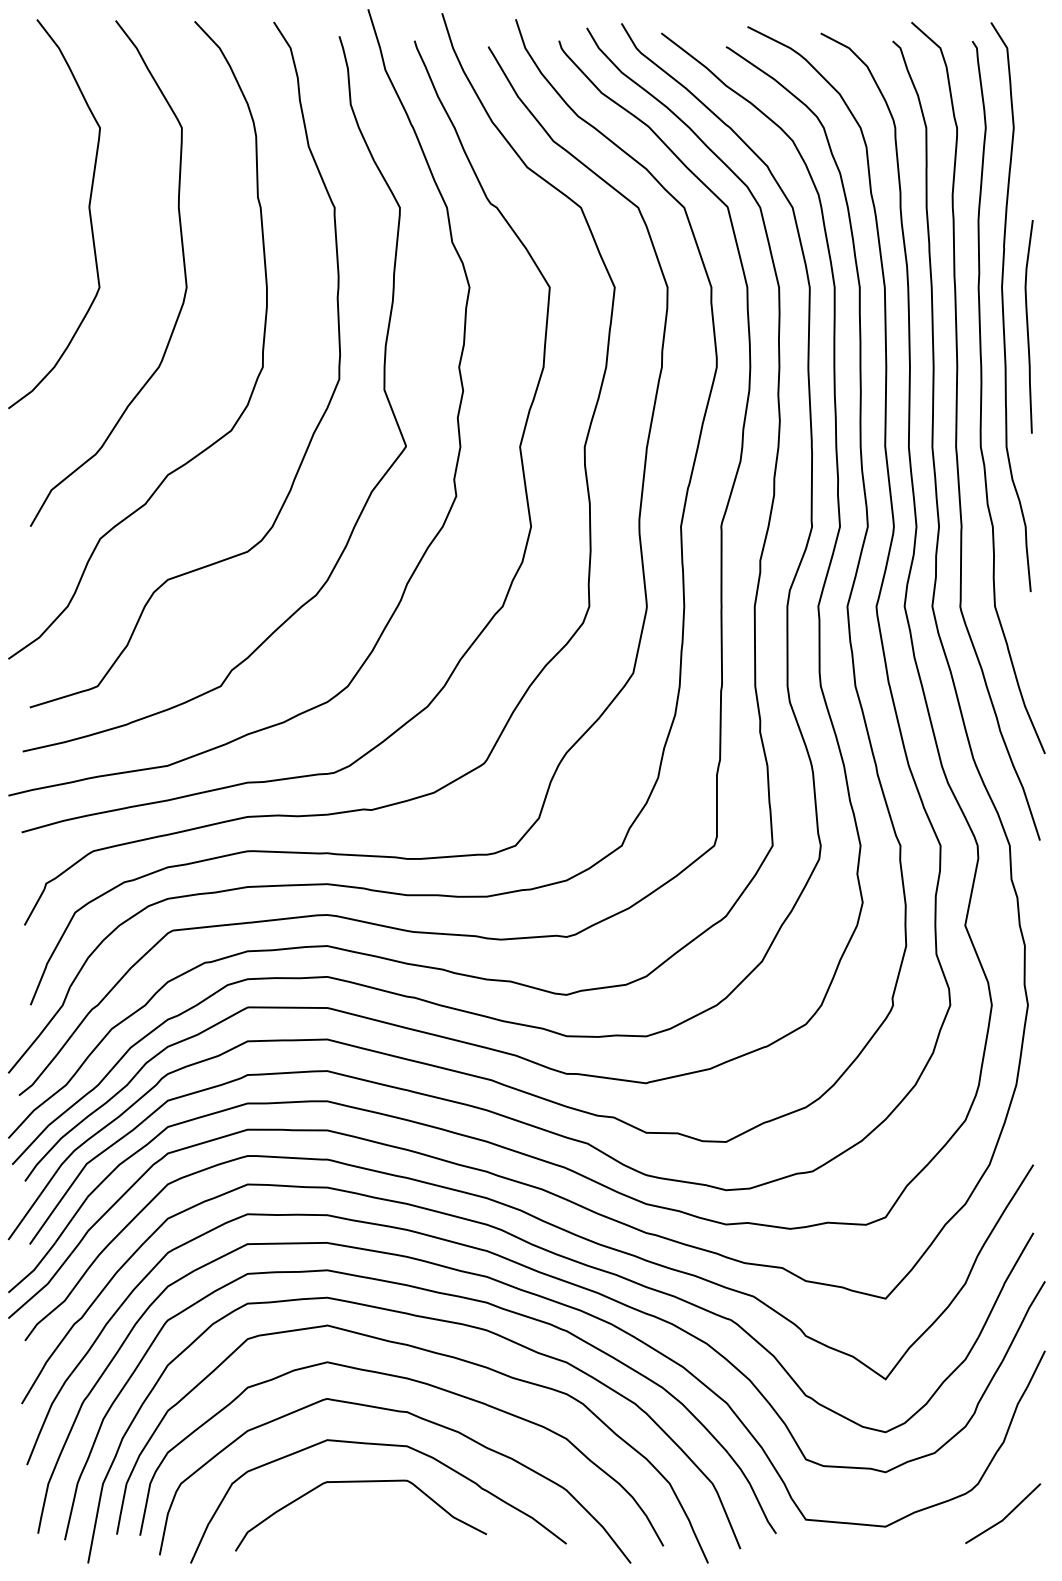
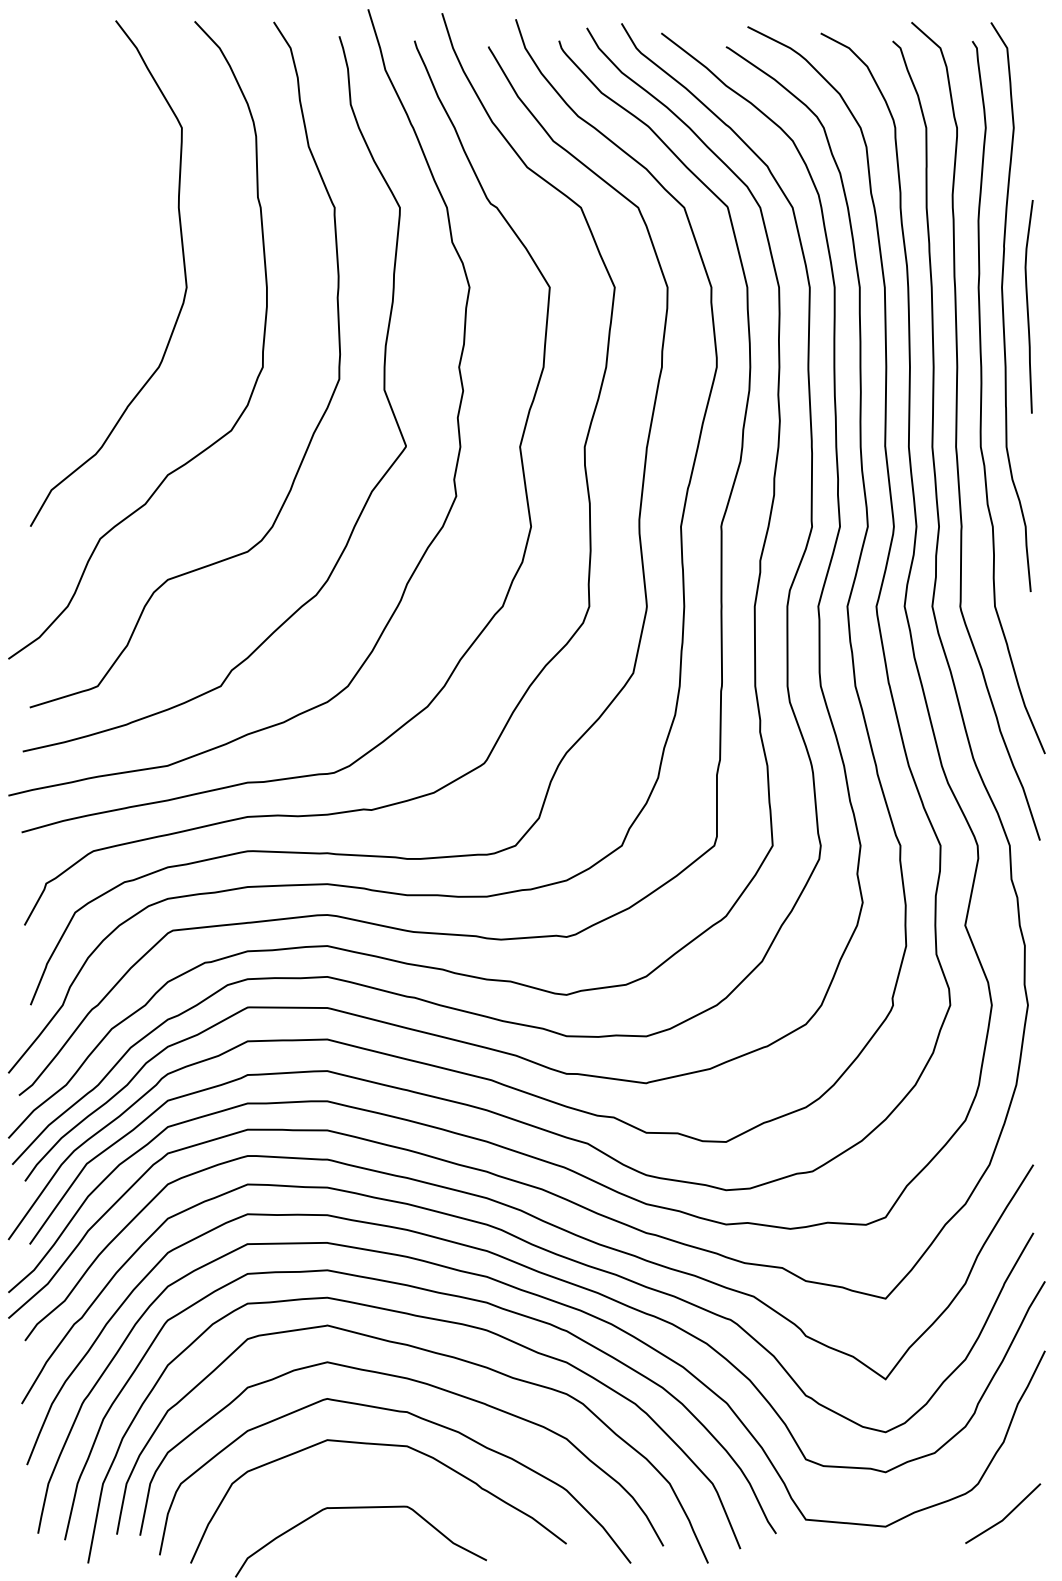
curve at (88, 210): present -> none
curve at (1028, 326) position: (1028, 326) -> (1028, 306)
curve at (360, 1482) position: (360, 1482) -> (360, 1508)
